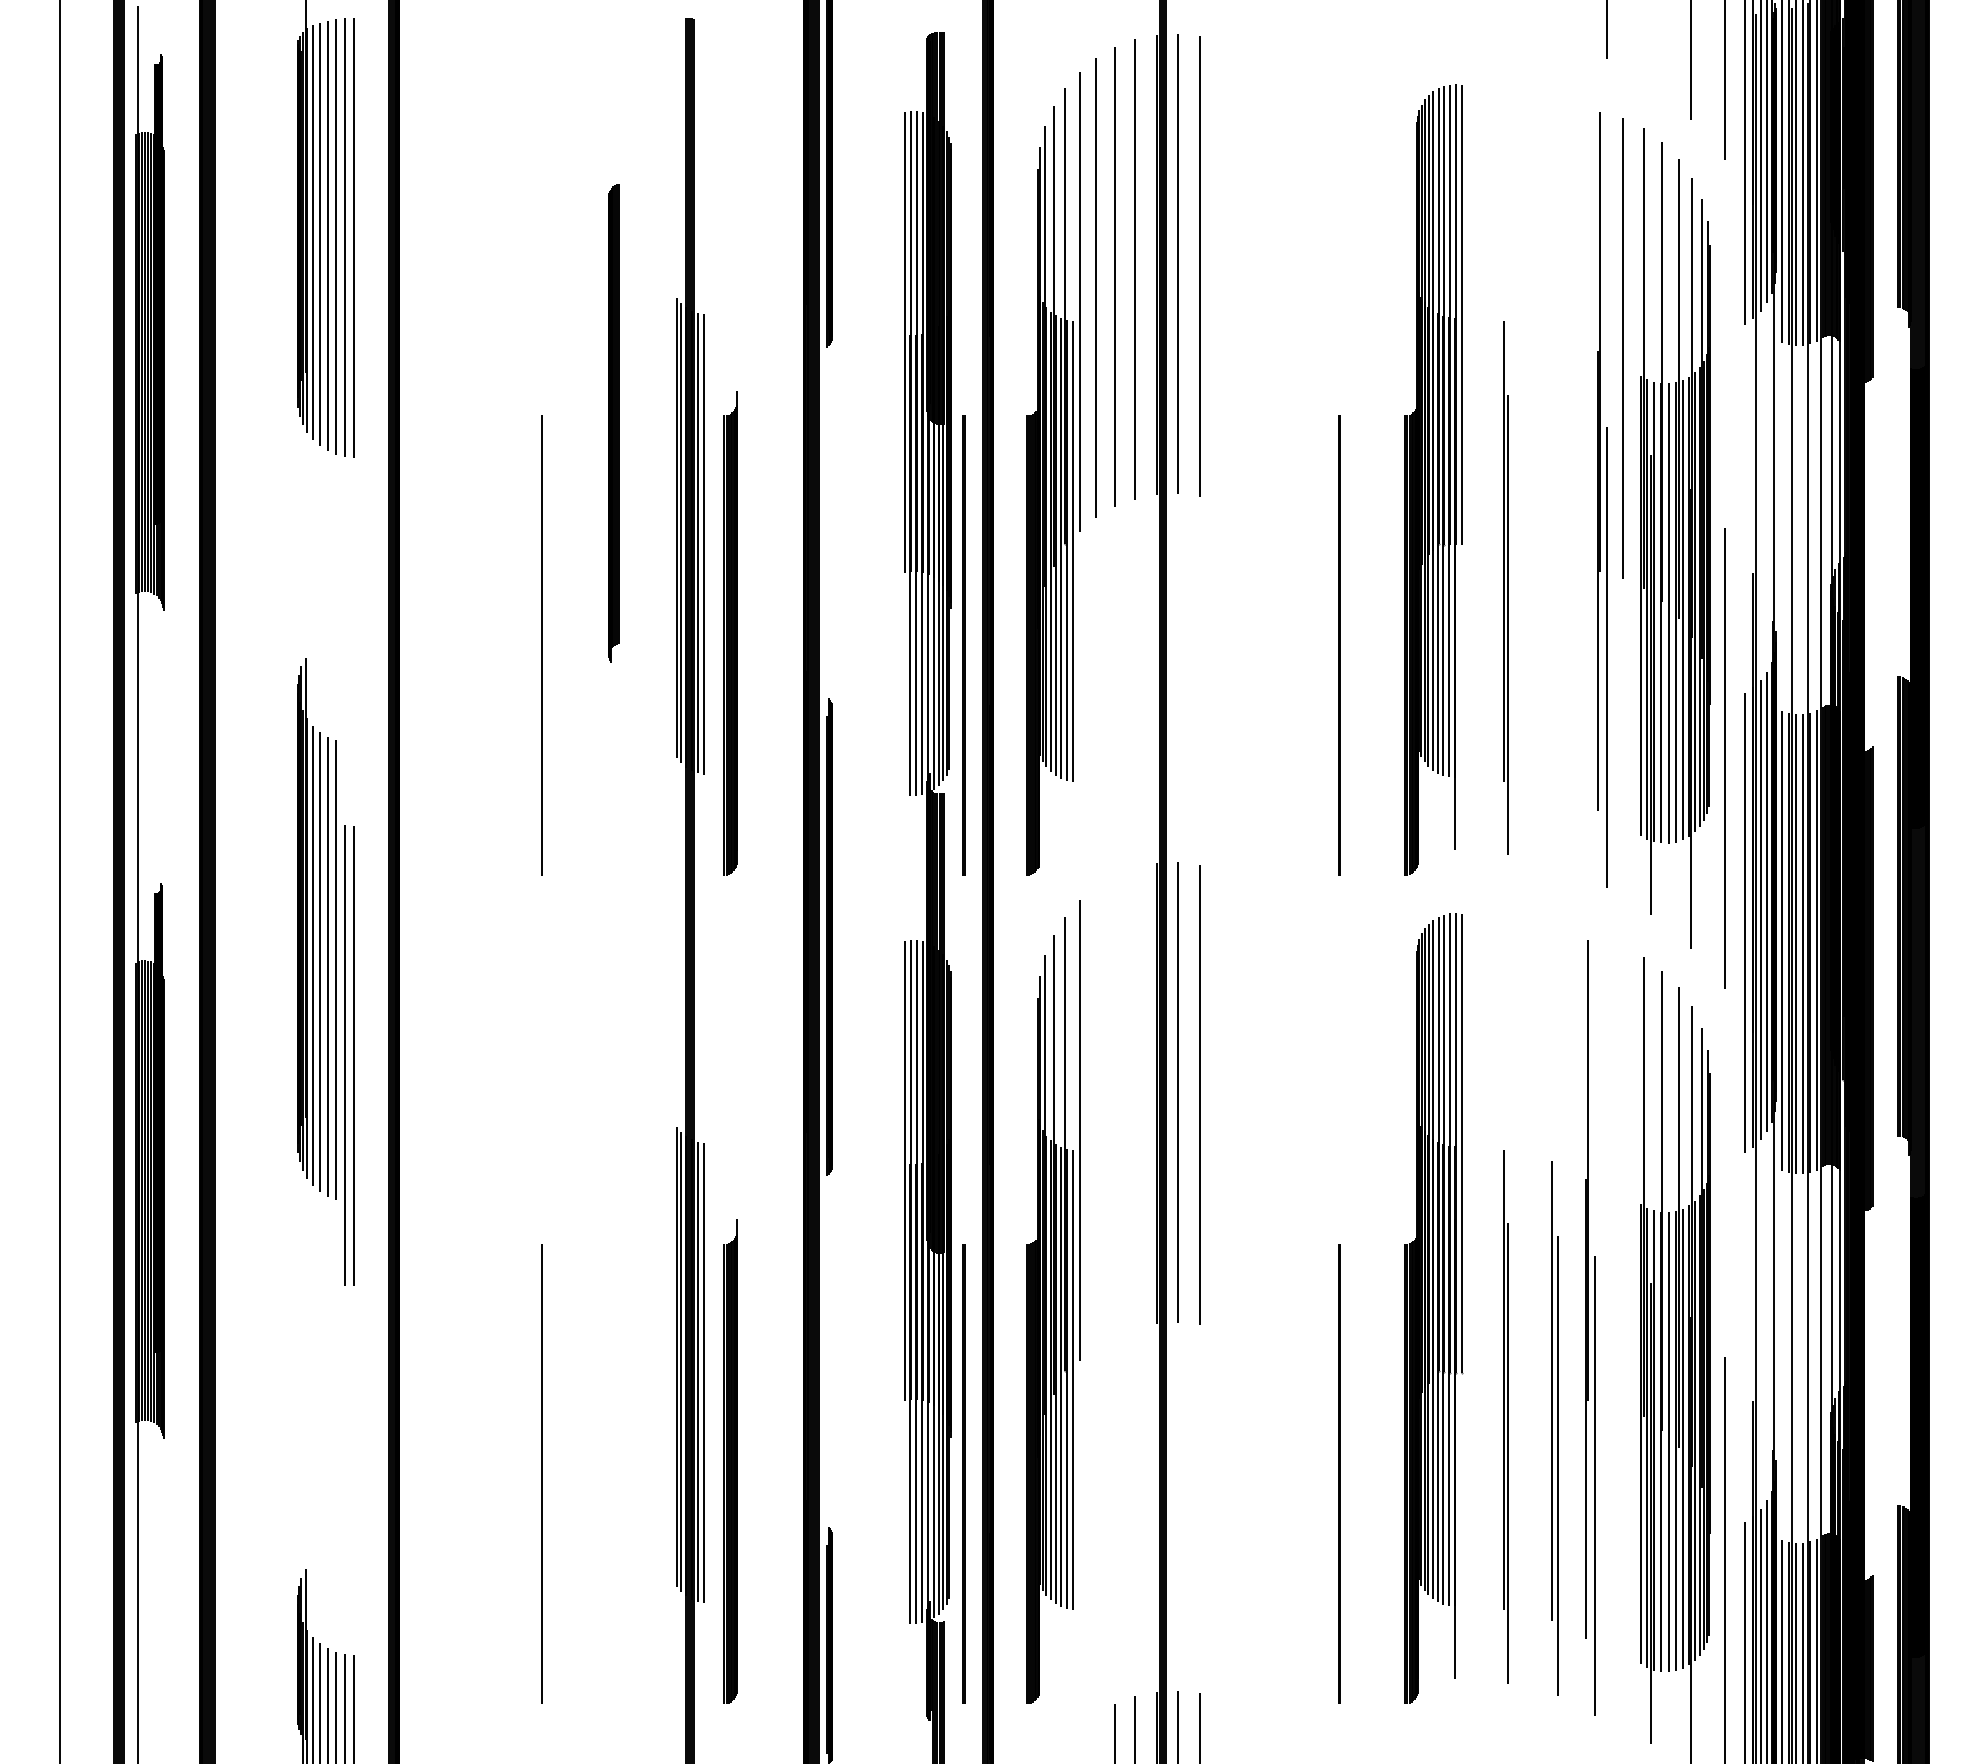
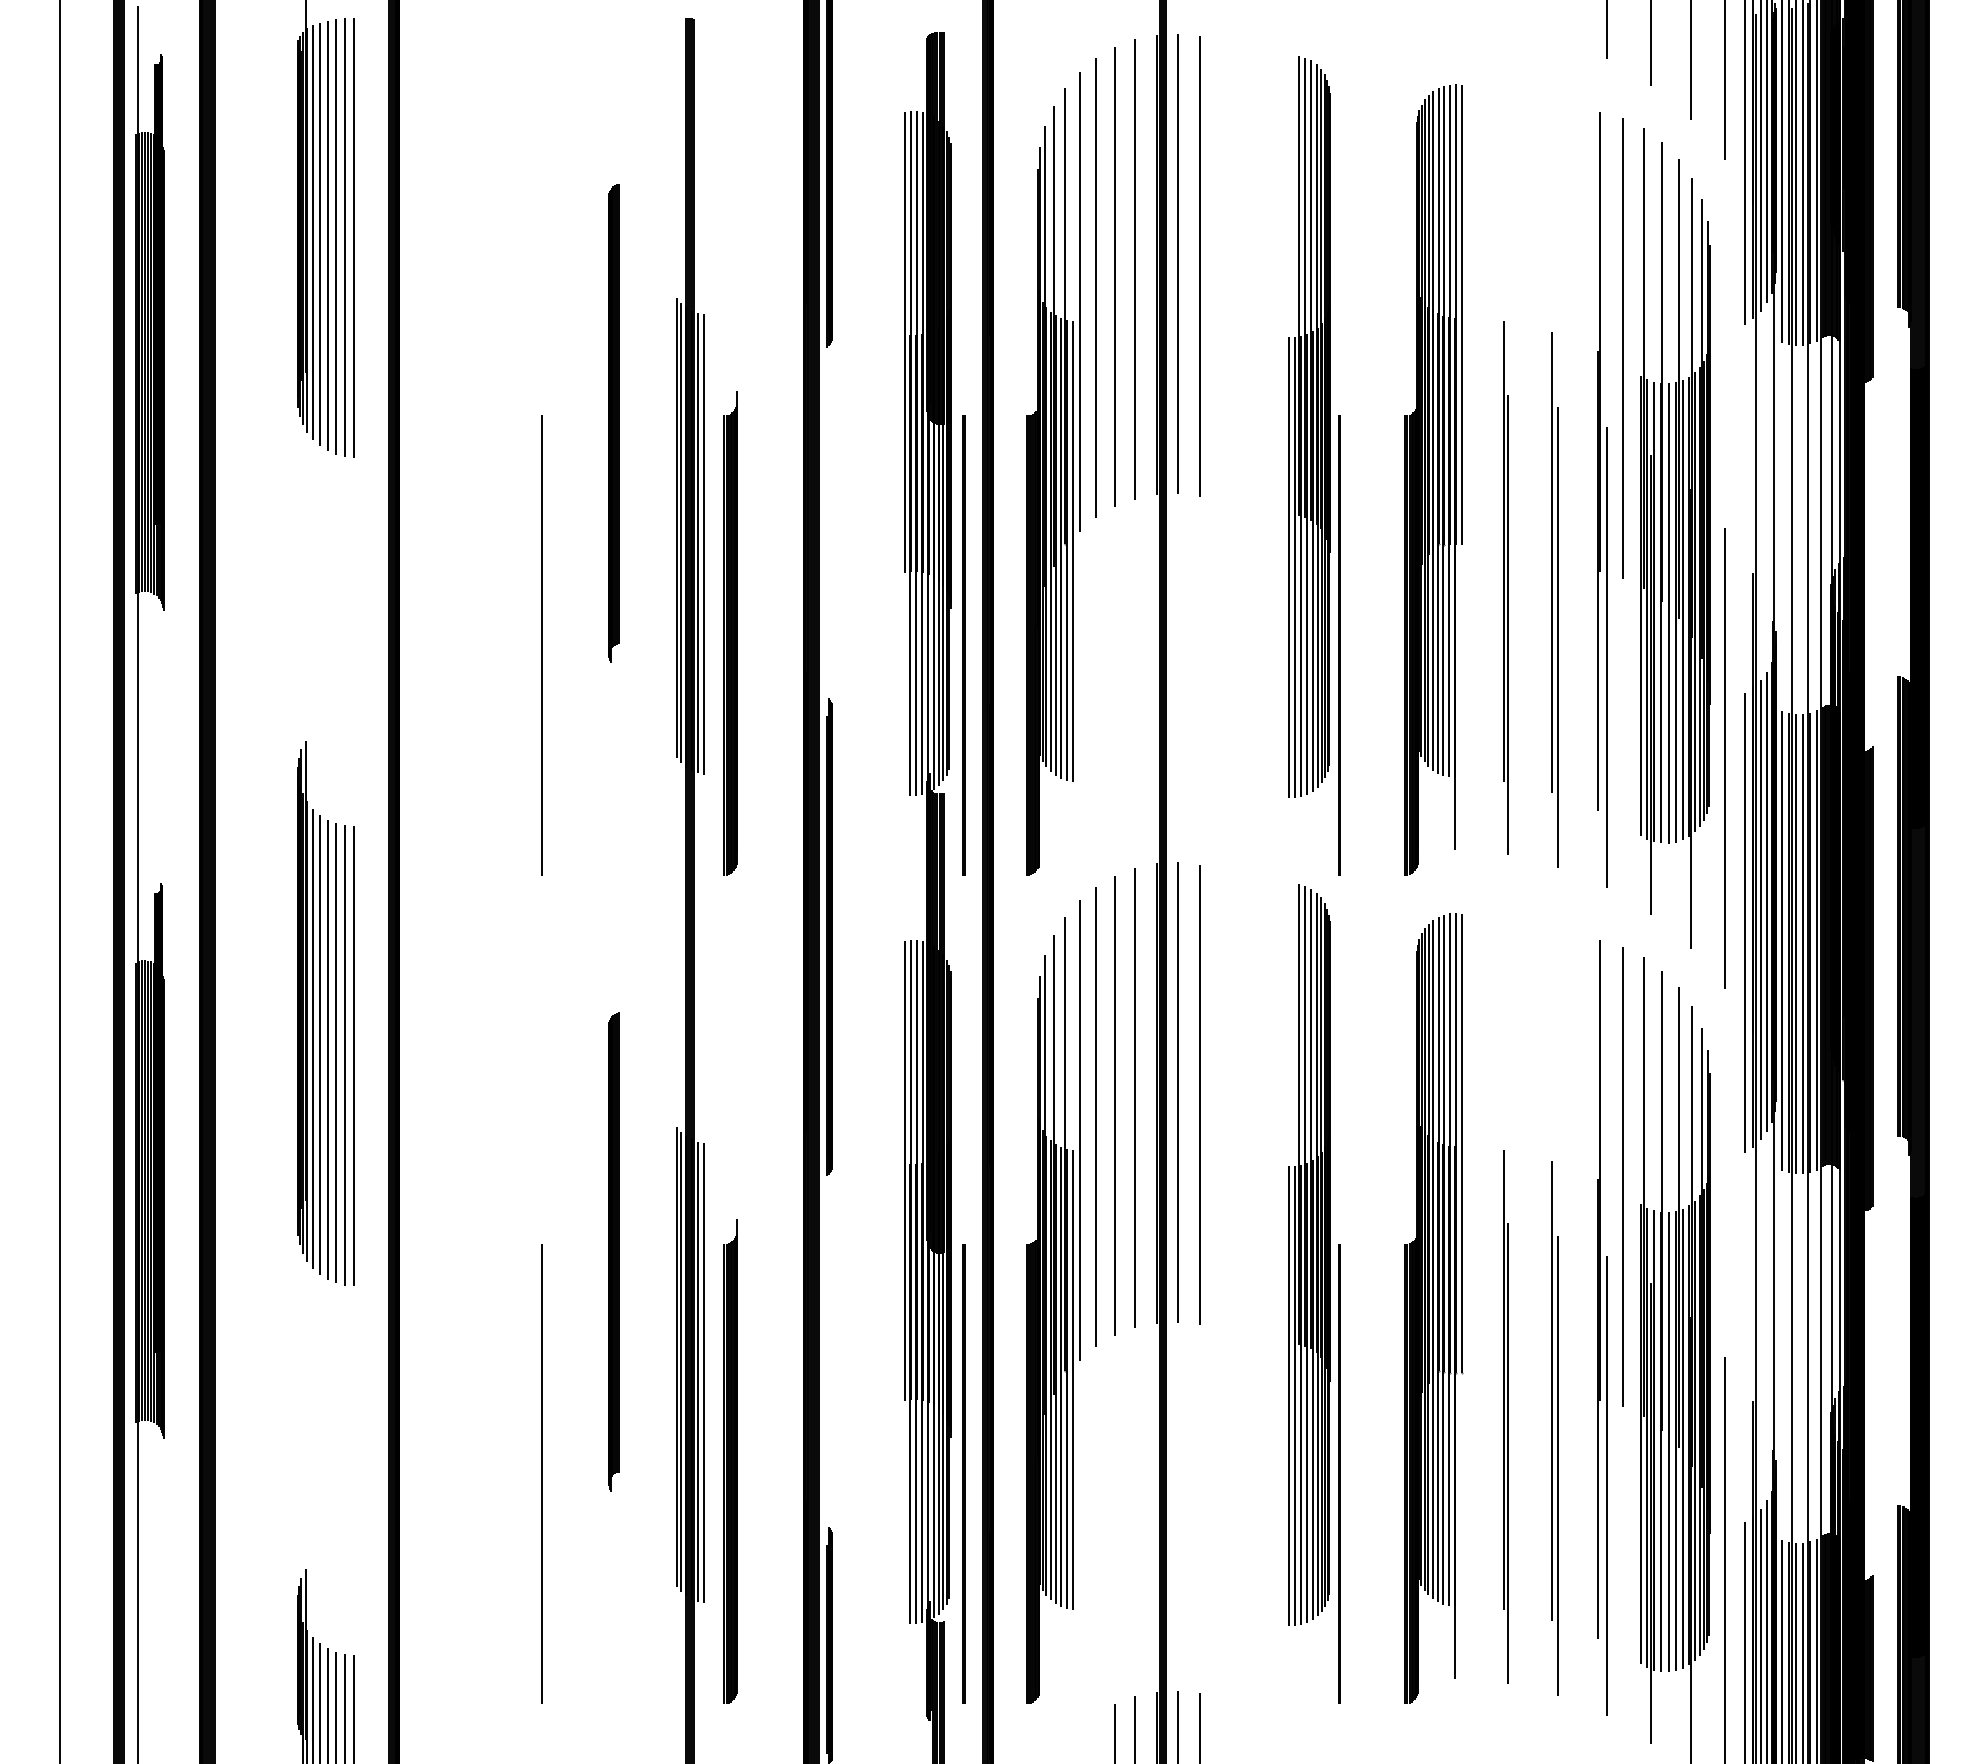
line at (1651, 44): none -> present
part at (1309, 426): none -> present
part at (1554, 599): none -> present
part at (316, 928) position: (316, 928) -> (316, 1011)
line at (1134, 1097): none -> present
line at (1114, 1105): none -> present
line at (1095, 1116): none -> present
line at (1622, 1176): none -> present
part at (613, 1251): none -> present
part at (1309, 1254): none -> present
part at (1590, 1327) position: (1590, 1327) -> (1602, 1327)
